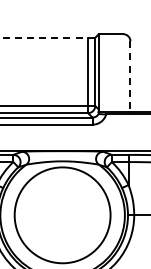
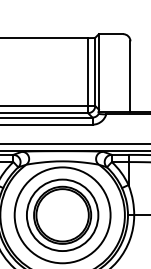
line at (44, 38): dashed -> solid
line at (130, 76): dashed -> solid
line at (74, 143): none -> present
part at (62, 214): none -> present
